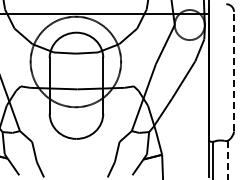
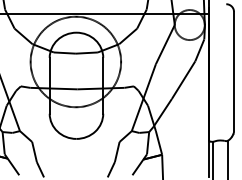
line at (234, 71): dashed -> solid
line at (227, 160): dashed -> solid
